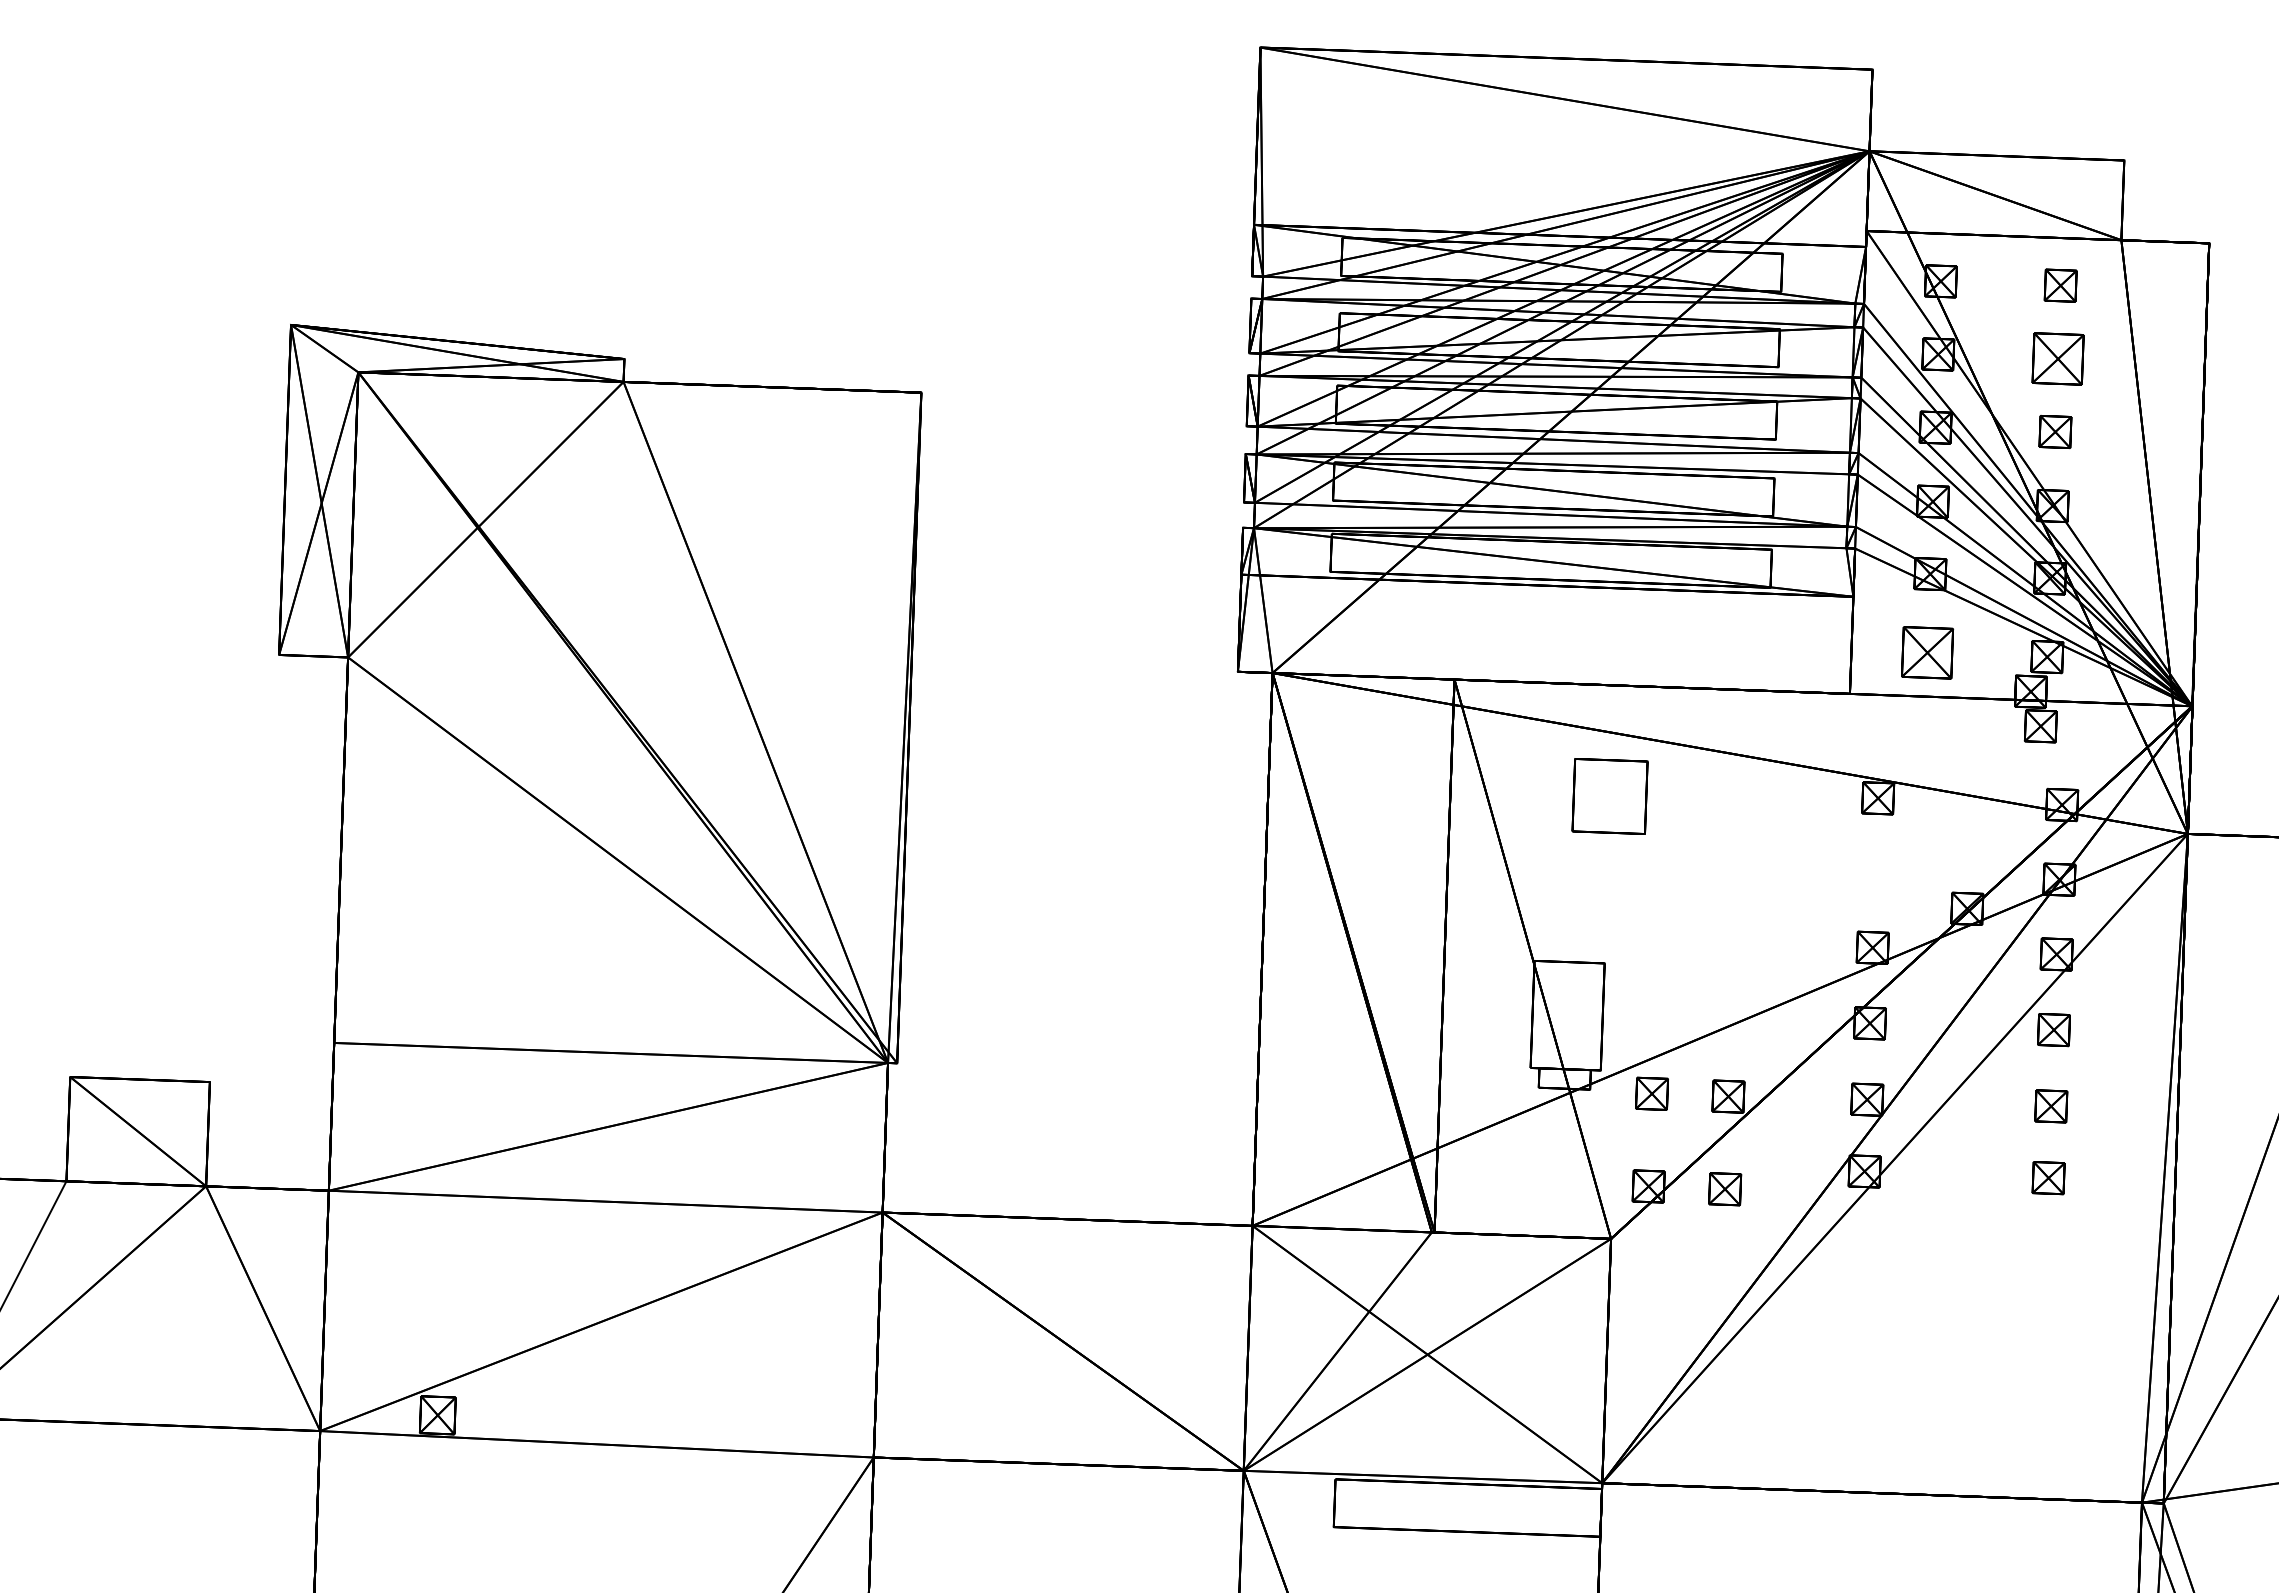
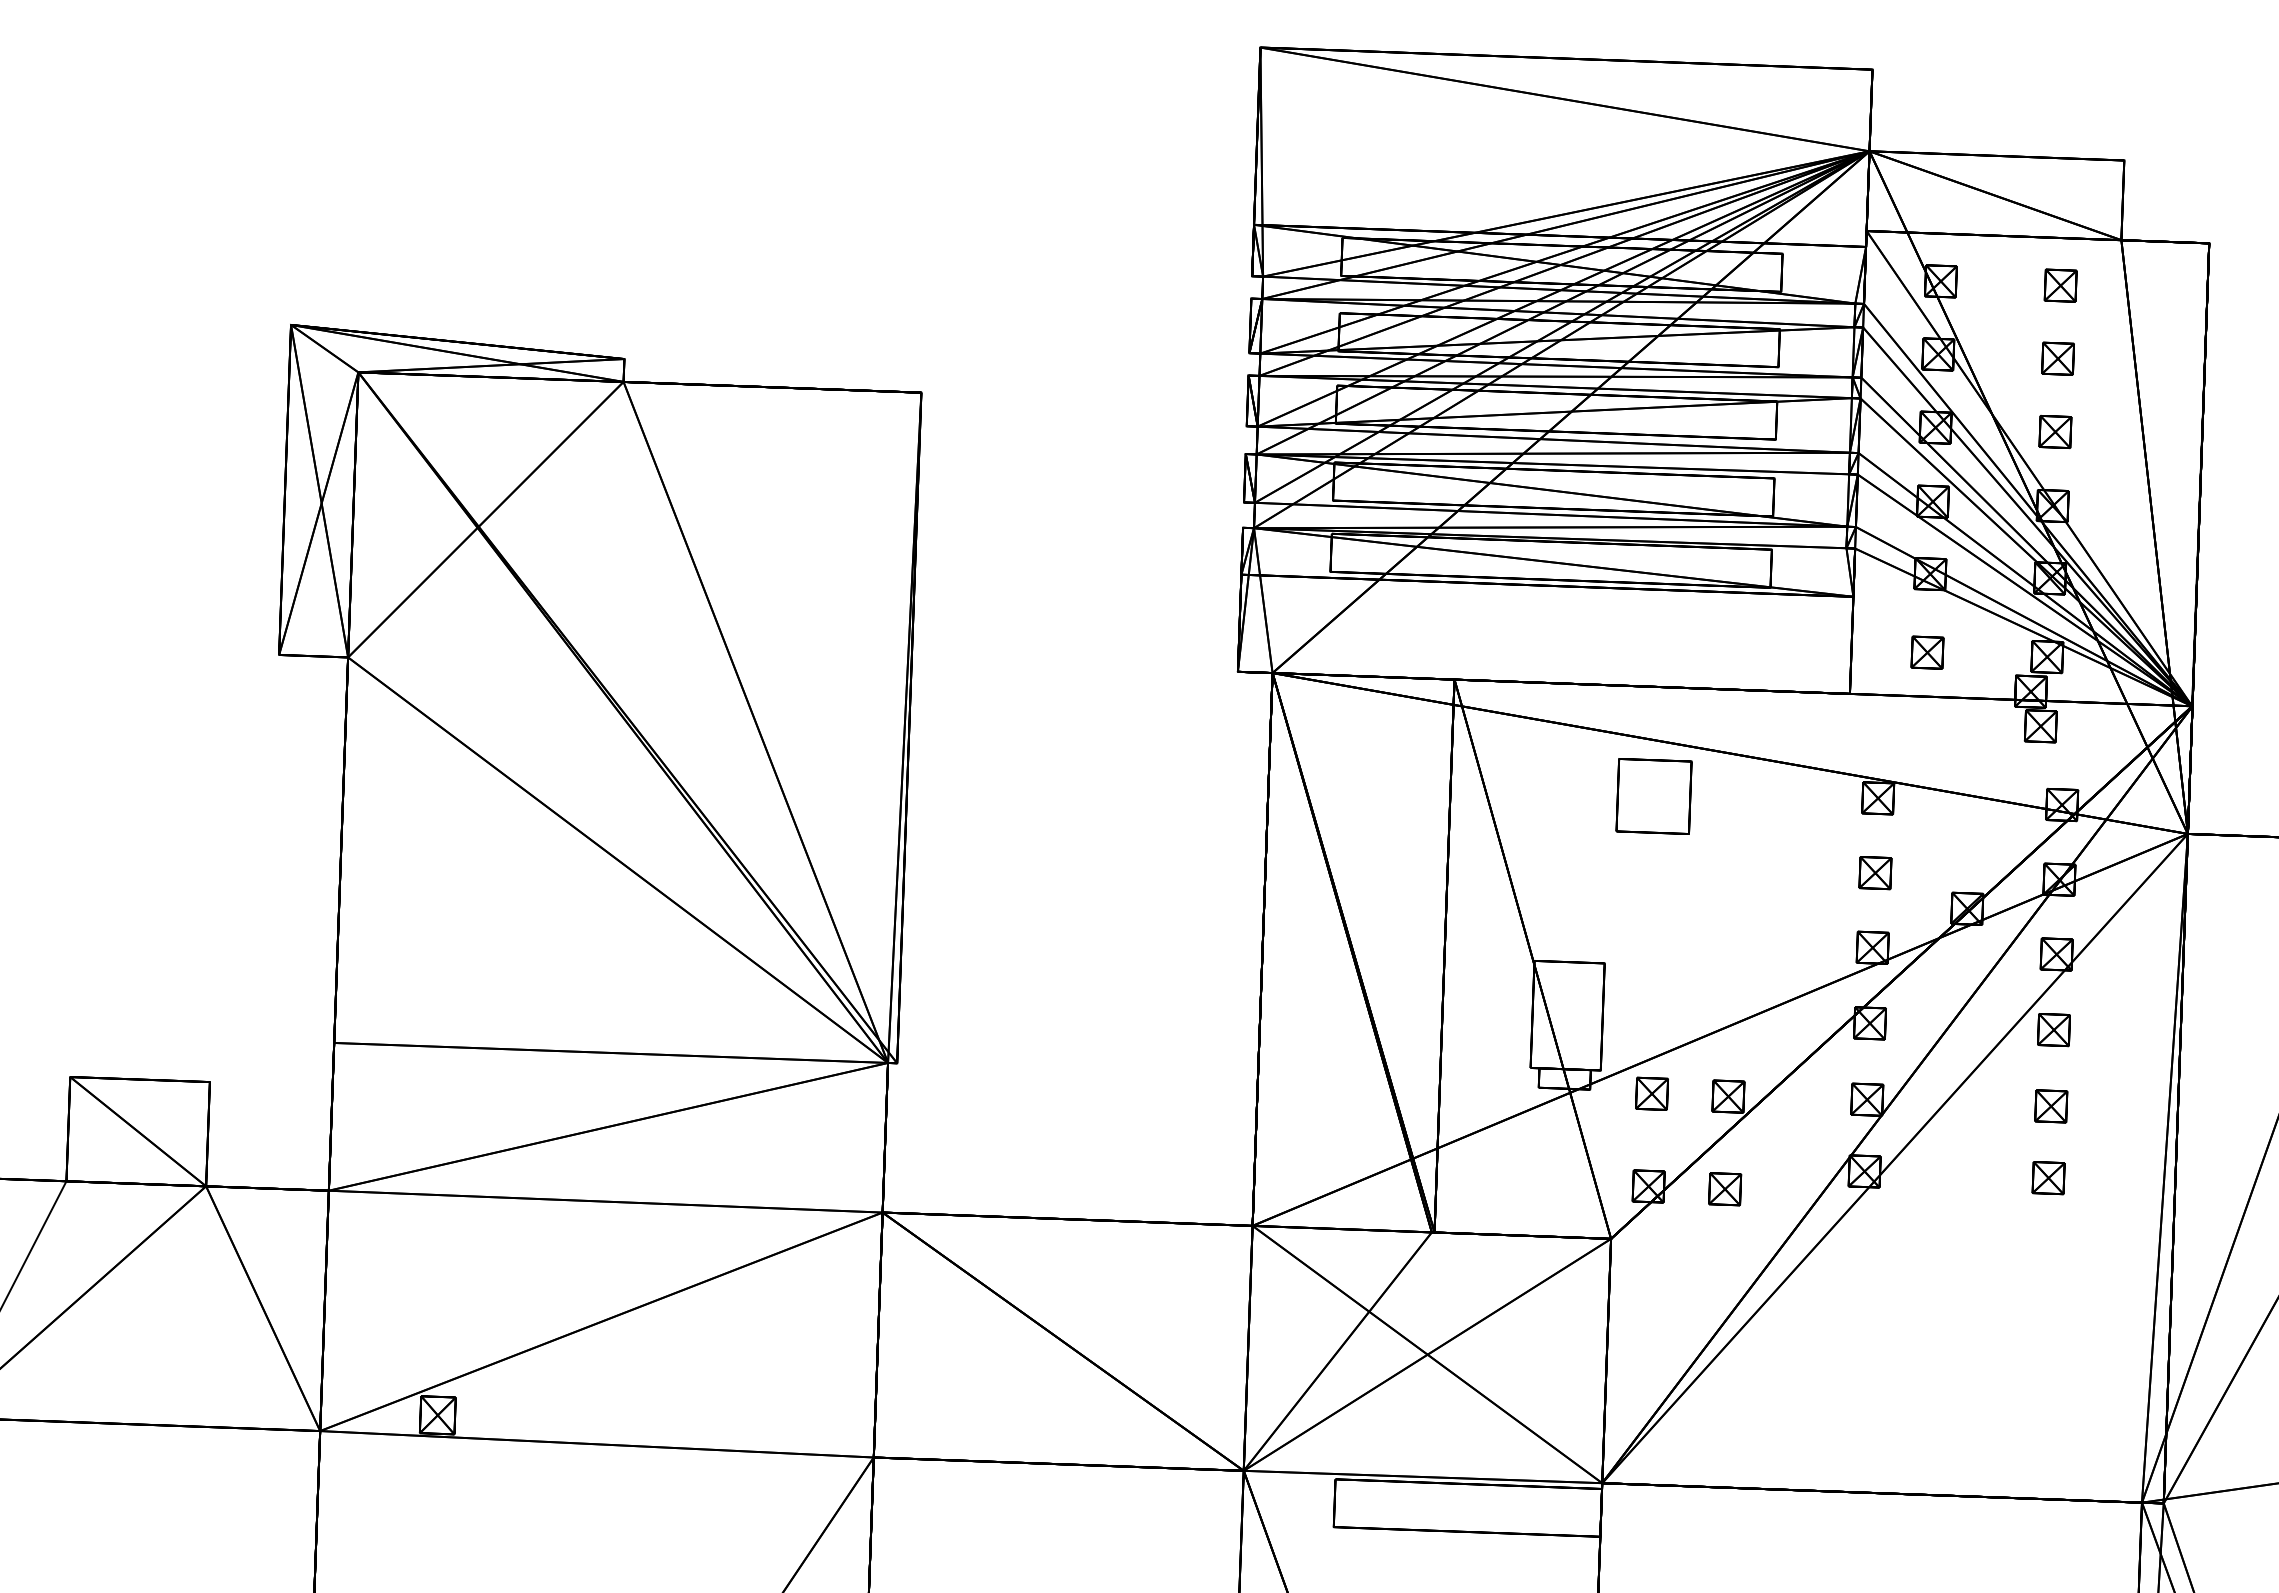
part at (2057, 358) size: 54x54 px -> 34x35 px
part at (1927, 652) size: 54x54 px -> 35x35 px
part at (1609, 796) position: (1609, 796) -> (1653, 796)
part at (1875, 873): none -> present
